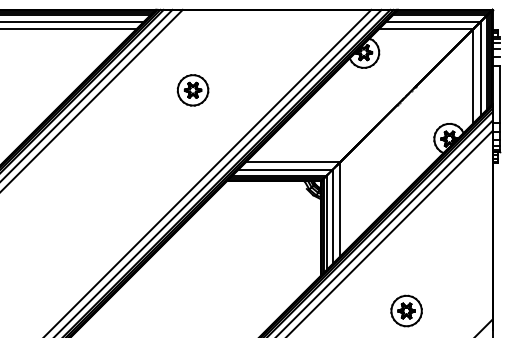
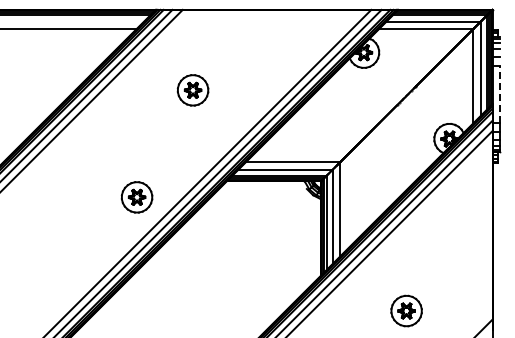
line at (73, 21): present -> none
line at (499, 94): solid -> dashed
part at (136, 197): none -> present
